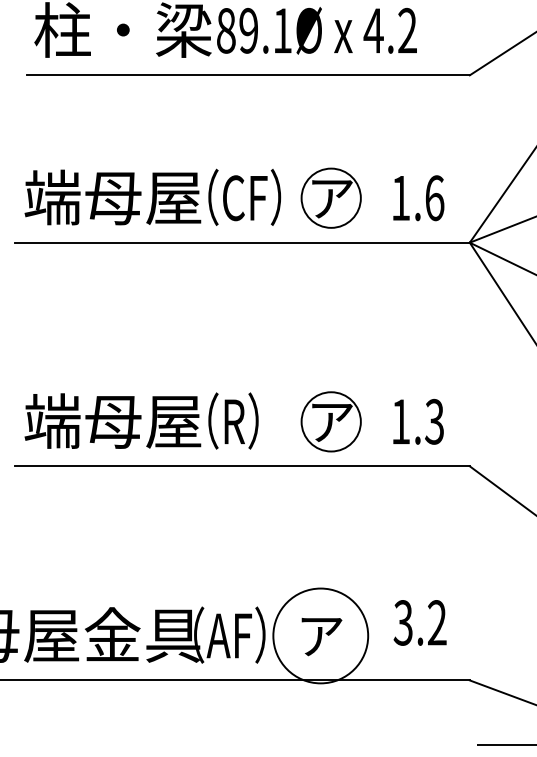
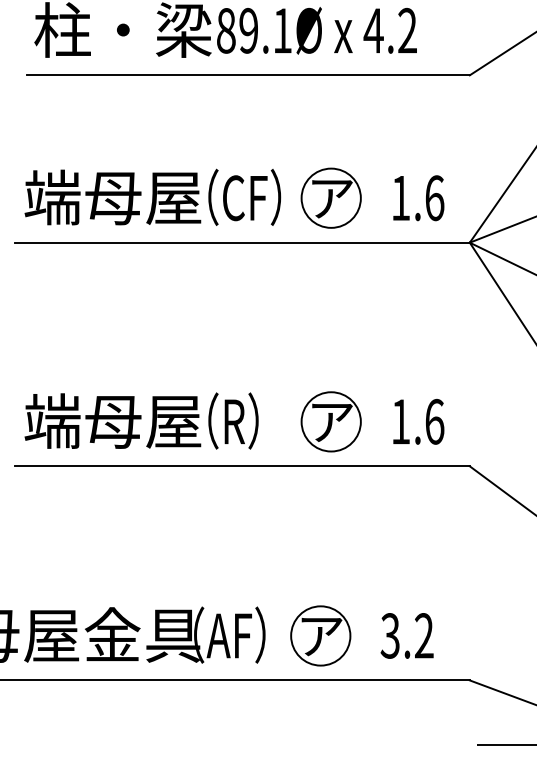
text at (434, 421): 1.3 -> 1.6
text at (419, 622) position: (419, 622) -> (406, 635)
circle at (320, 635) diameter: 95 px -> 59 px
